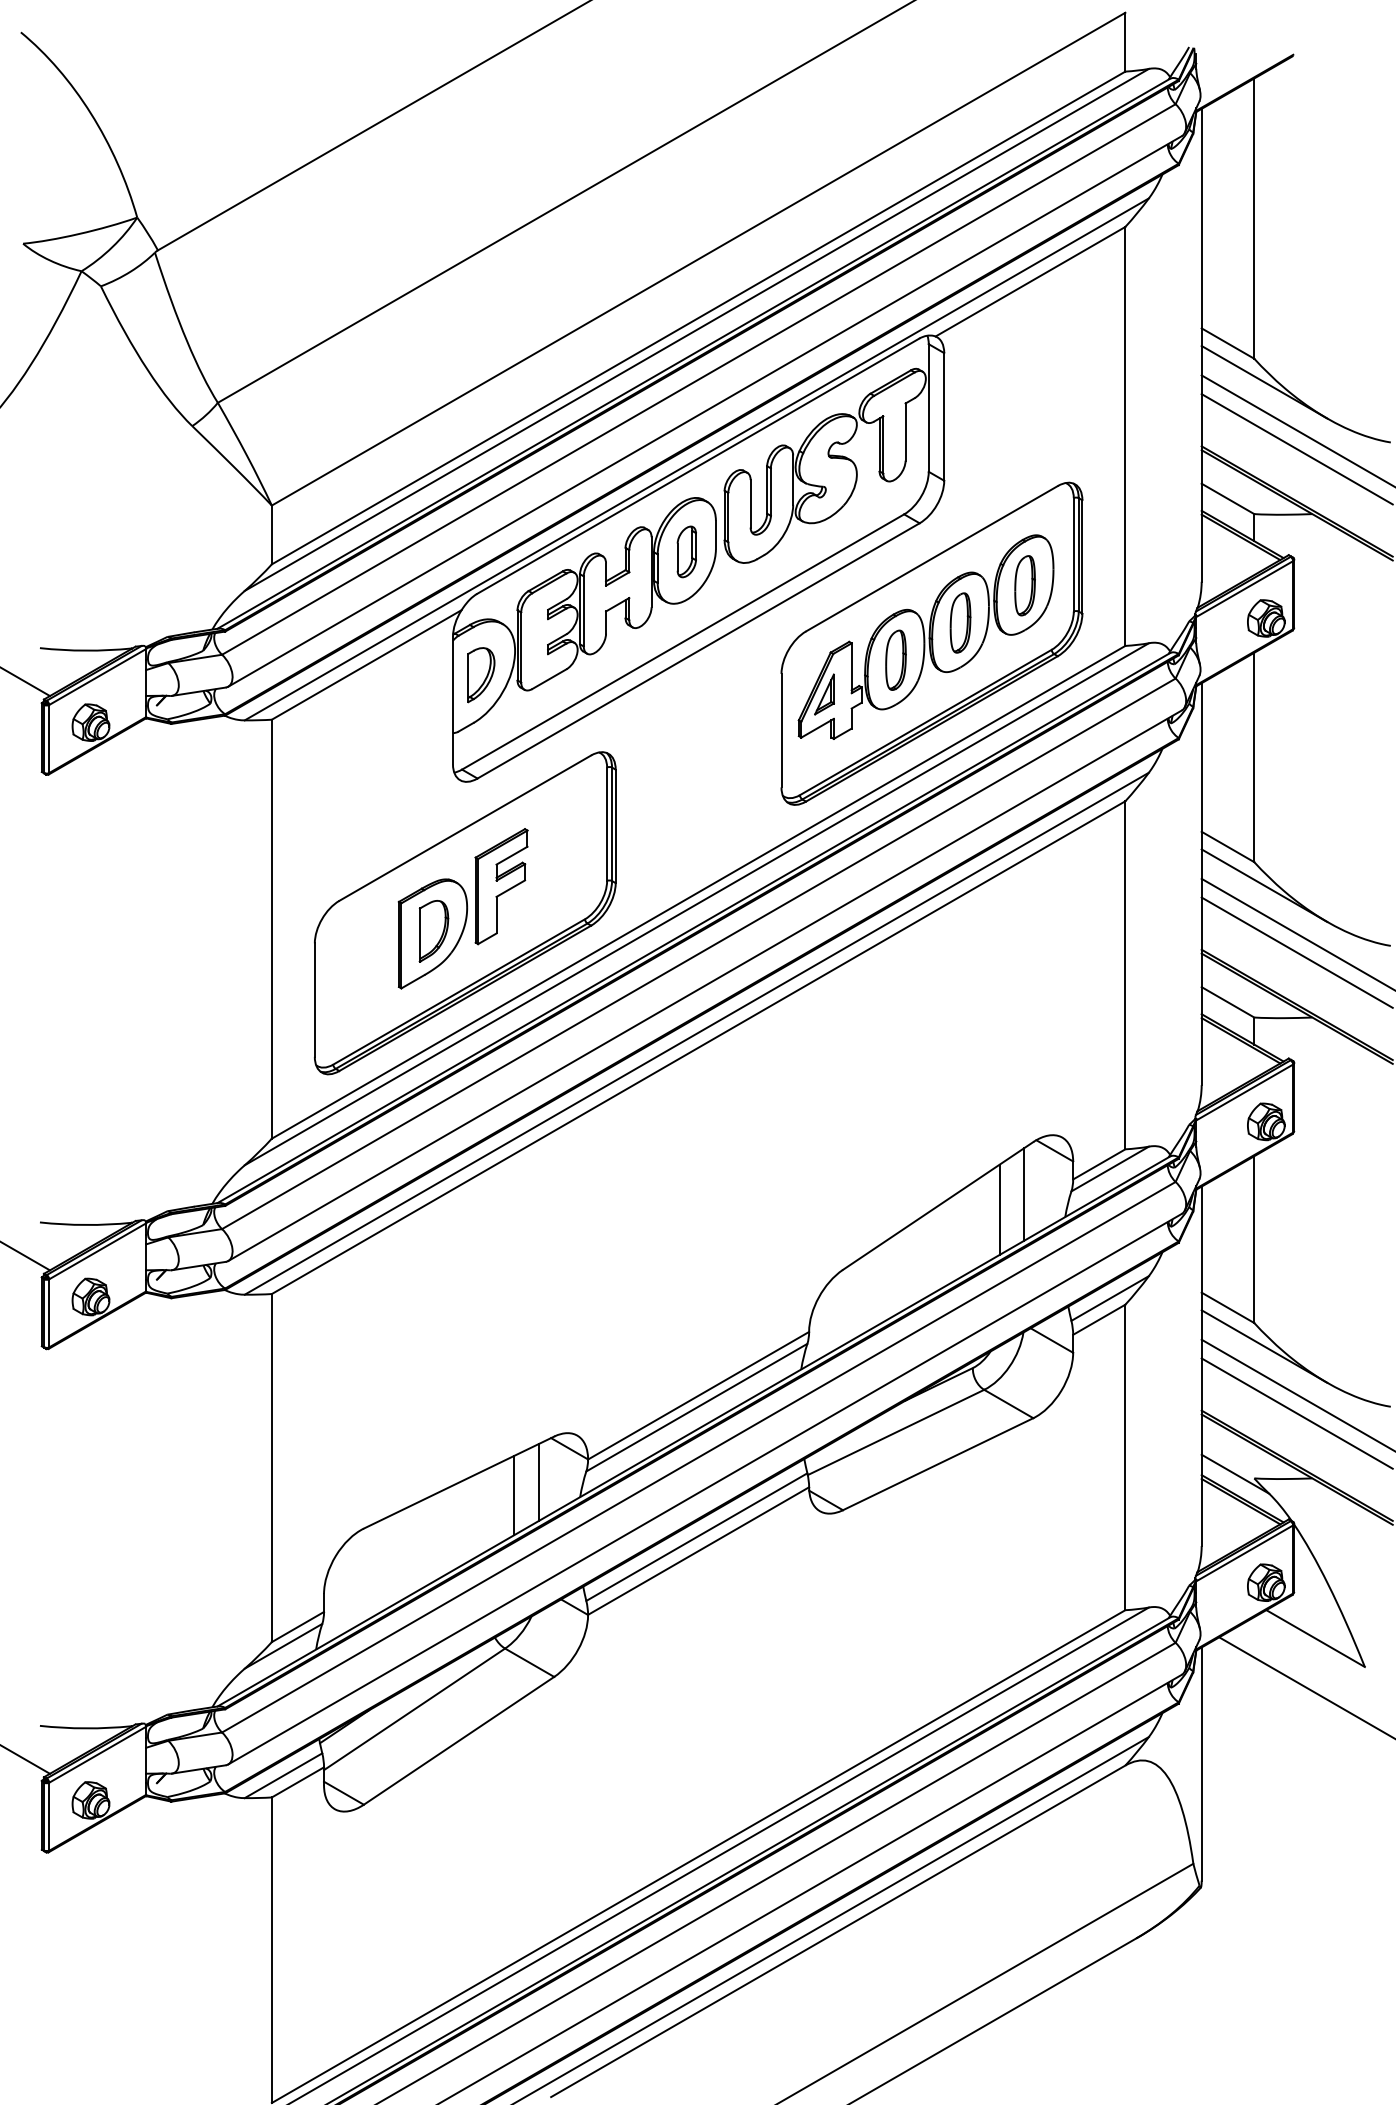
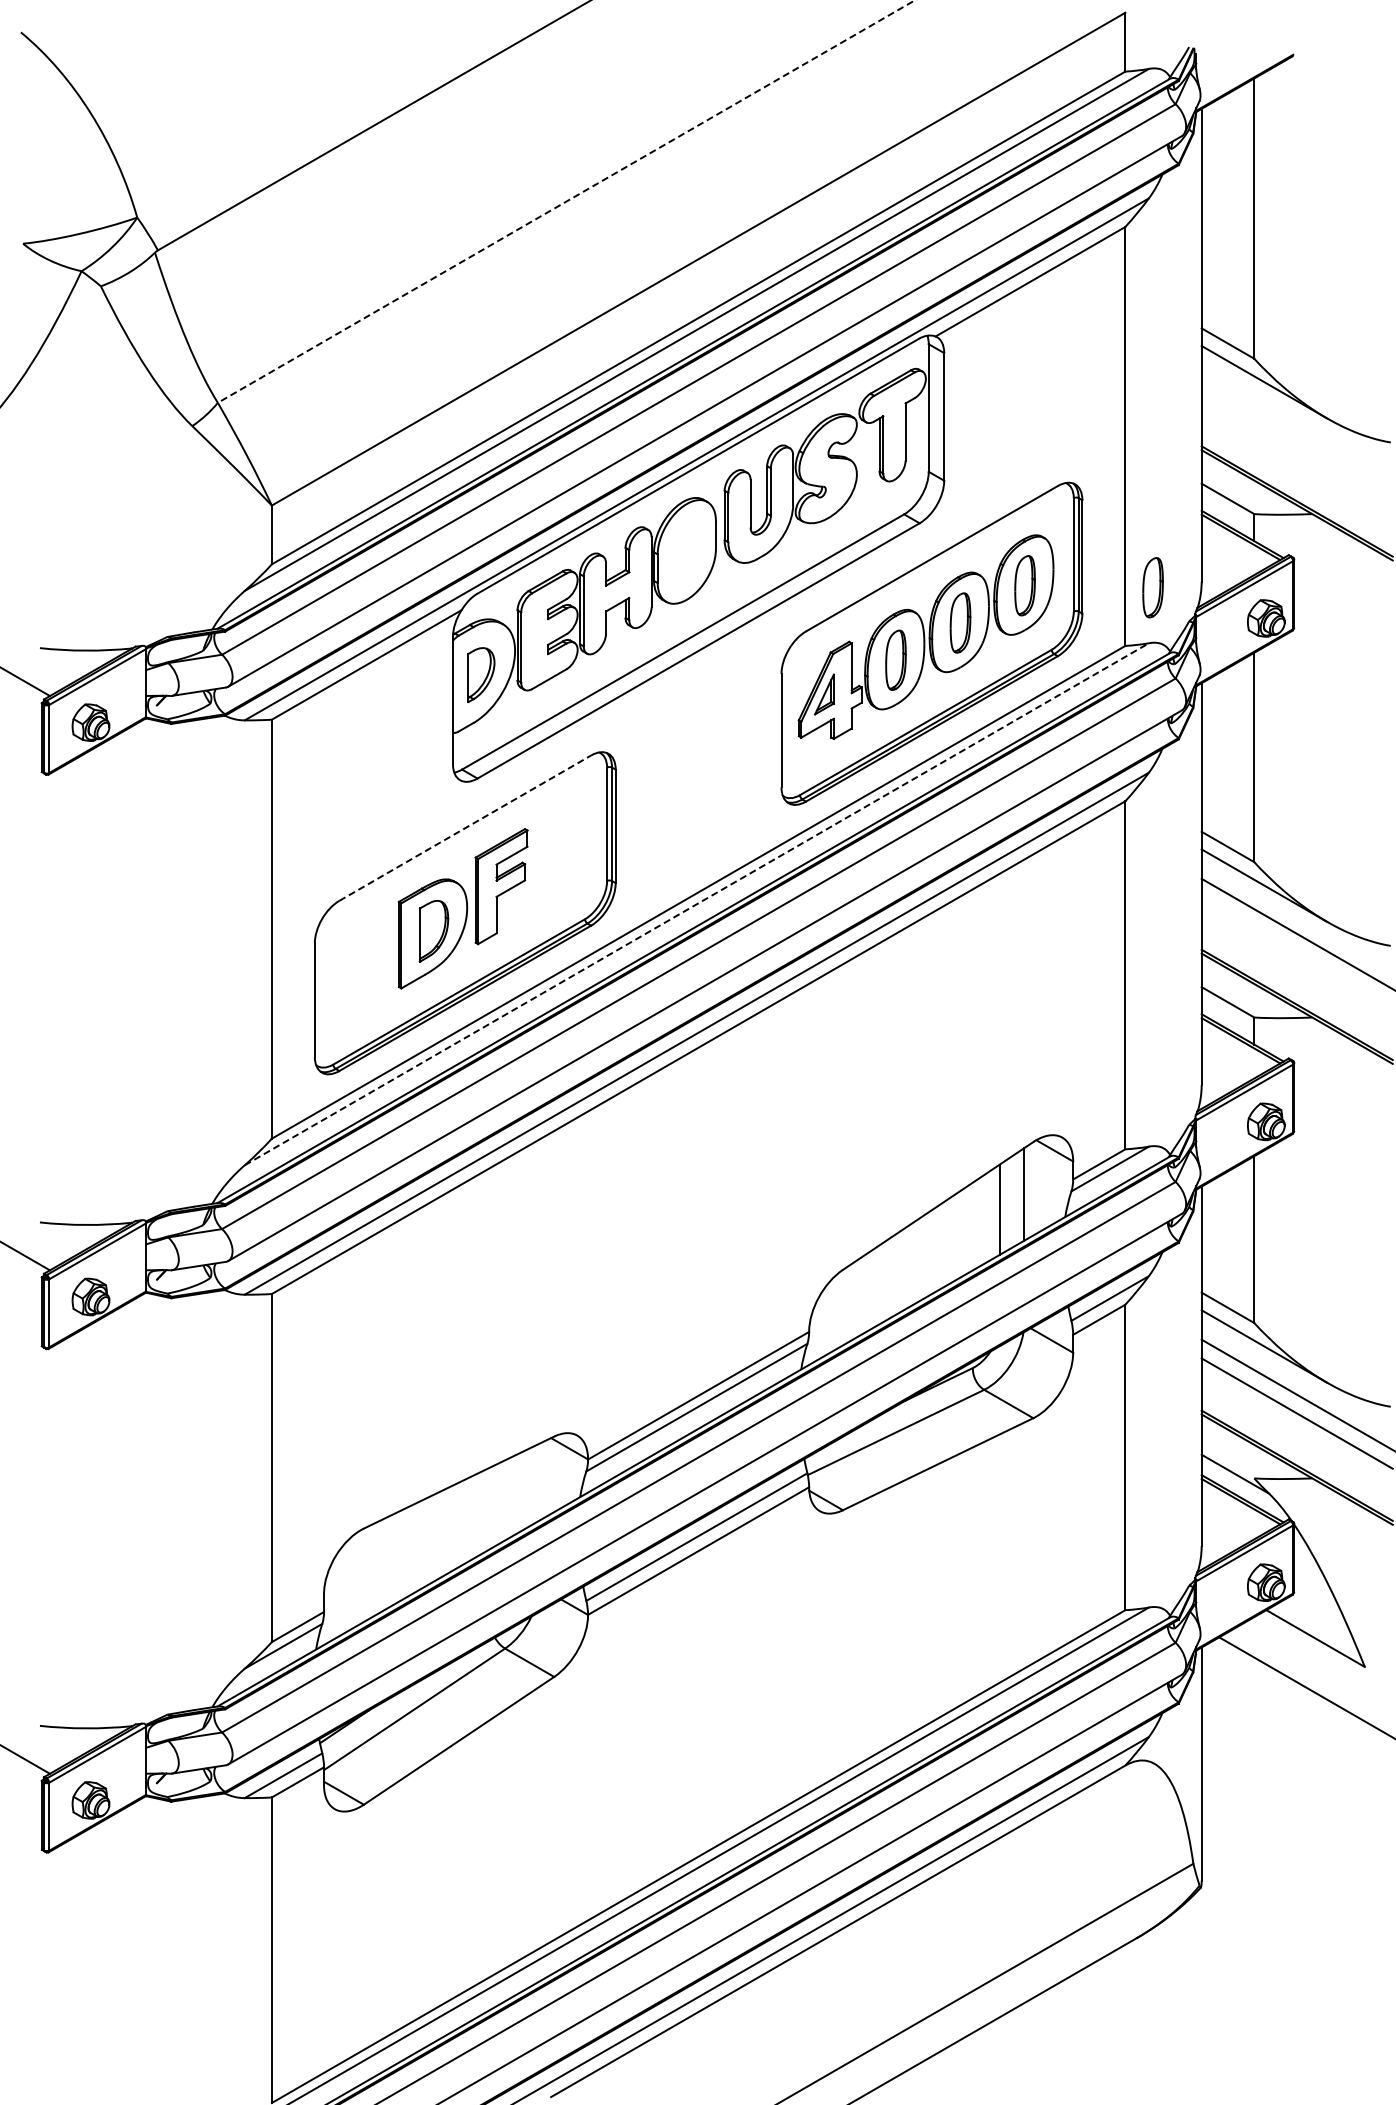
line at (565, 201): solid -> dashed
line at (1296, 430): present -> none
line at (1296, 449): present -> none
part at (686, 551): present -> none
part at (1152, 587): none -> present
line at (465, 827): solid -> dashed
line at (697, 904): solid -> dashed
line at (1296, 952): present -> none
line at (538, 1481): present -> none
line at (514, 1495): present -> none
